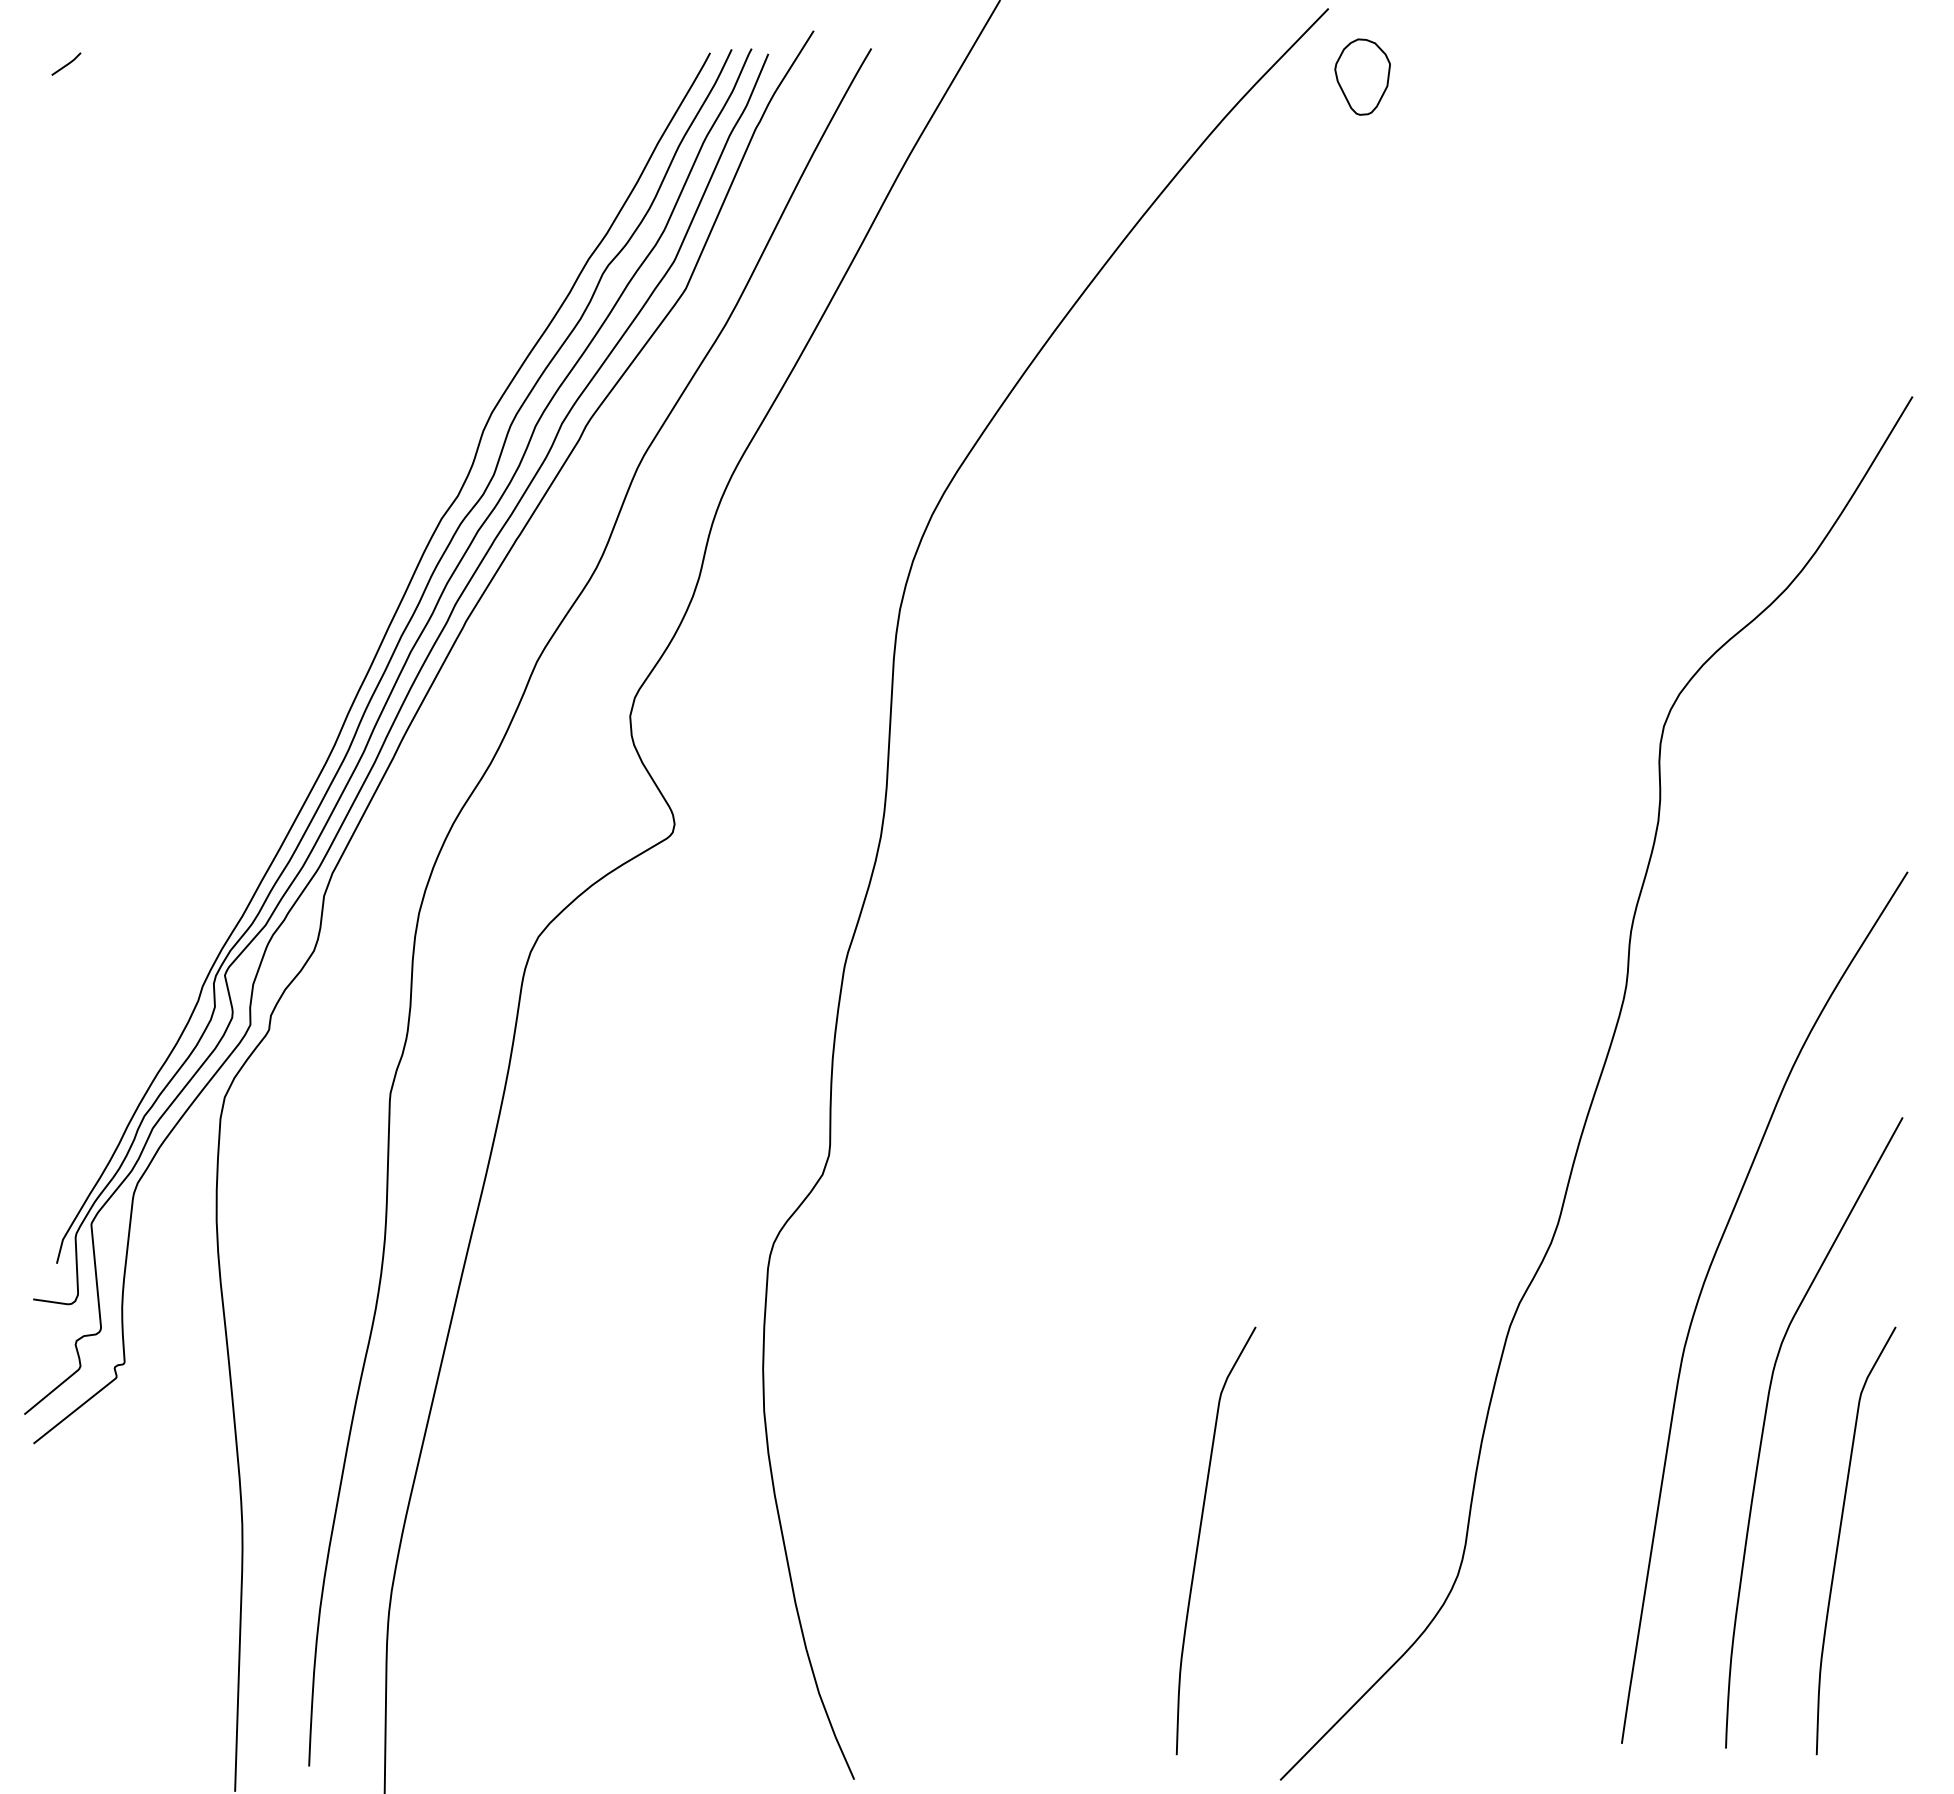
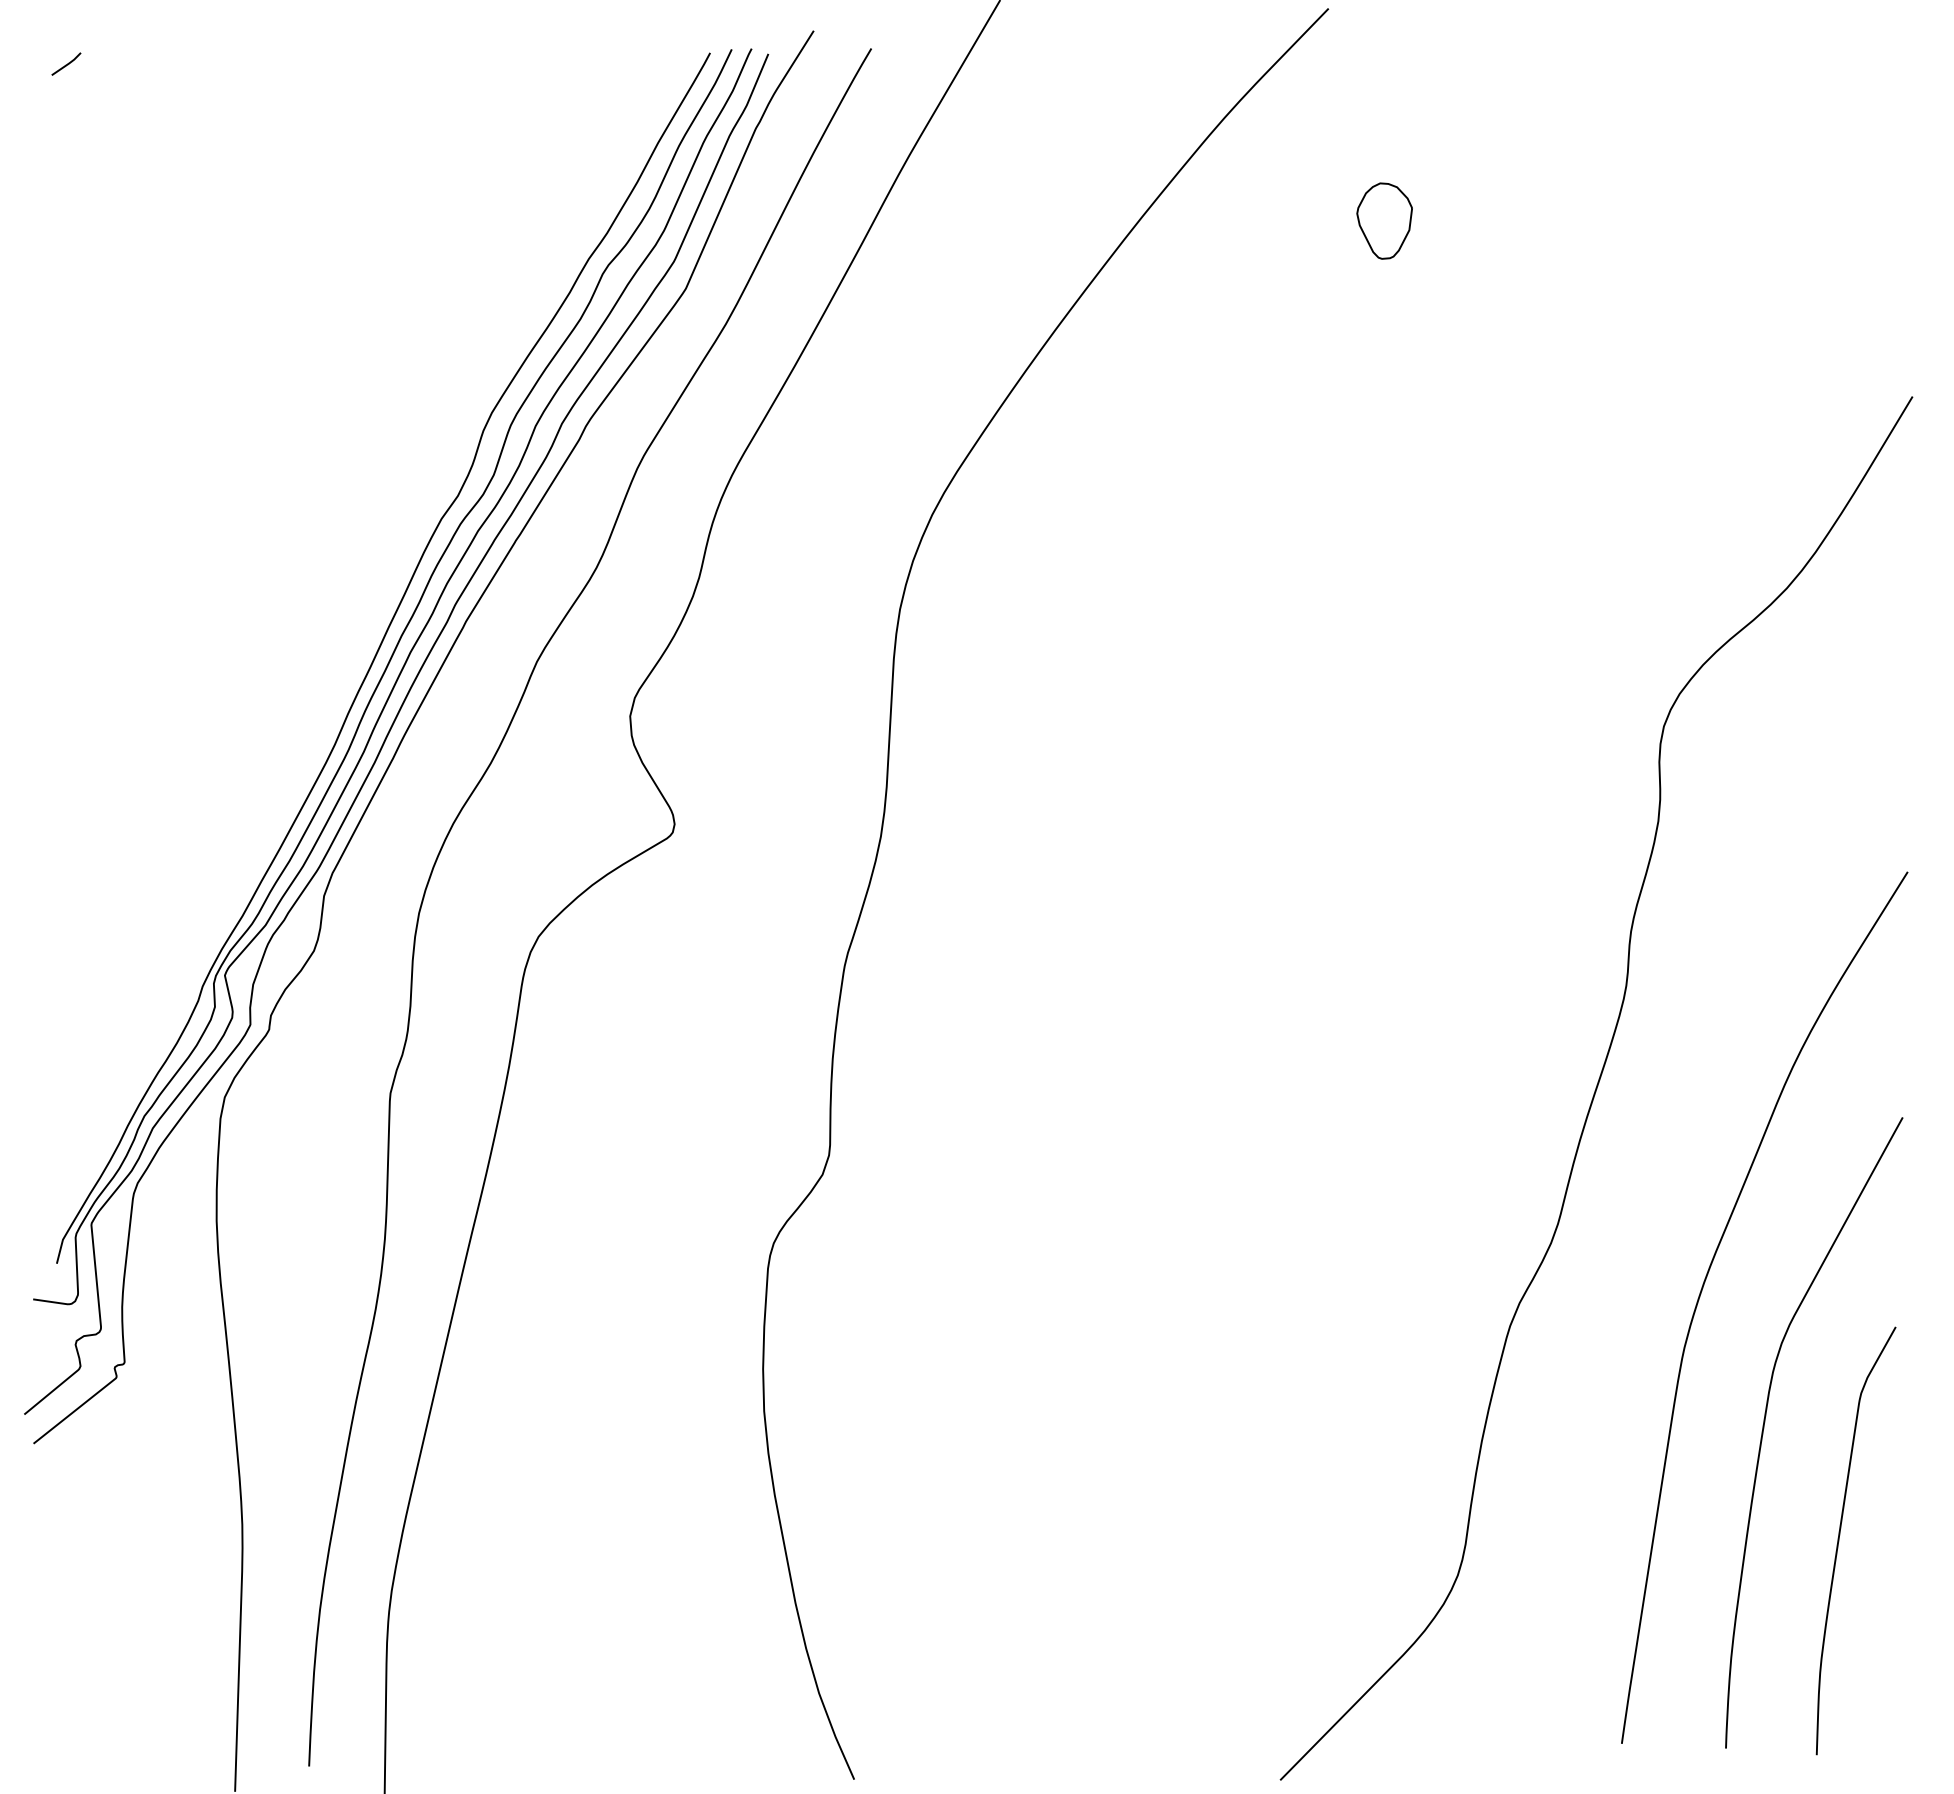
part at (1362, 76) position: (1362, 76) -> (1384, 220)
curve at (1200, 1535): present -> none
